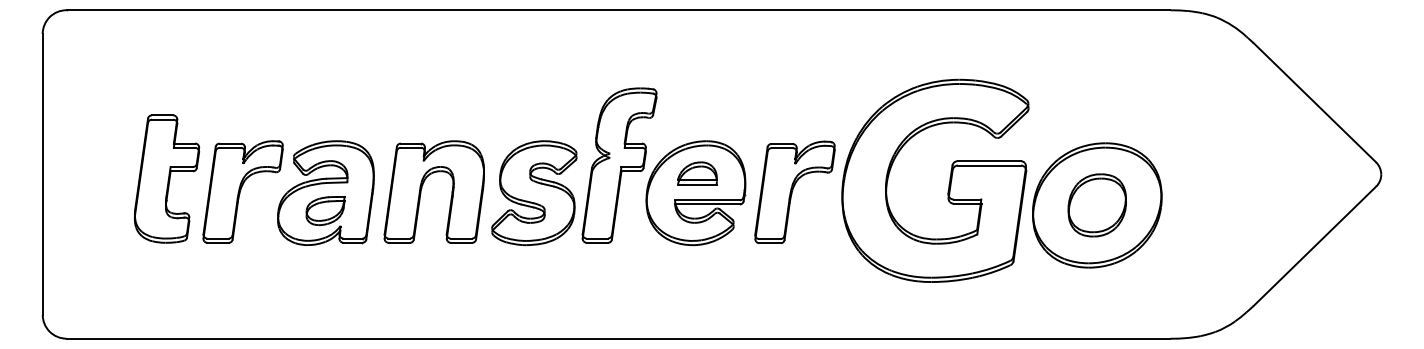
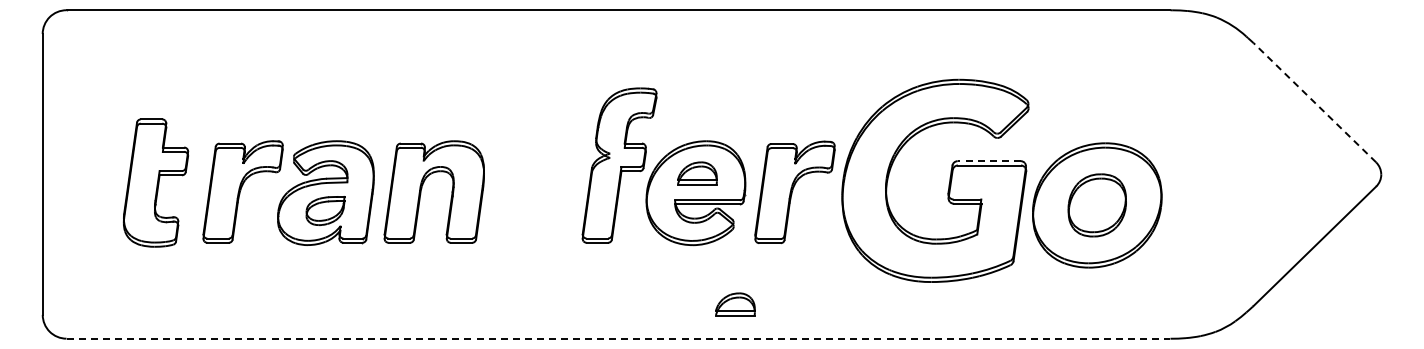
line at (1314, 102): solid -> dashed
line at (988, 161): solid -> dashed
part at (167, 178) position: (167, 178) -> (156, 182)
part at (534, 193): present -> none
part at (735, 304): none -> present
line at (618, 338): solid -> dashed
